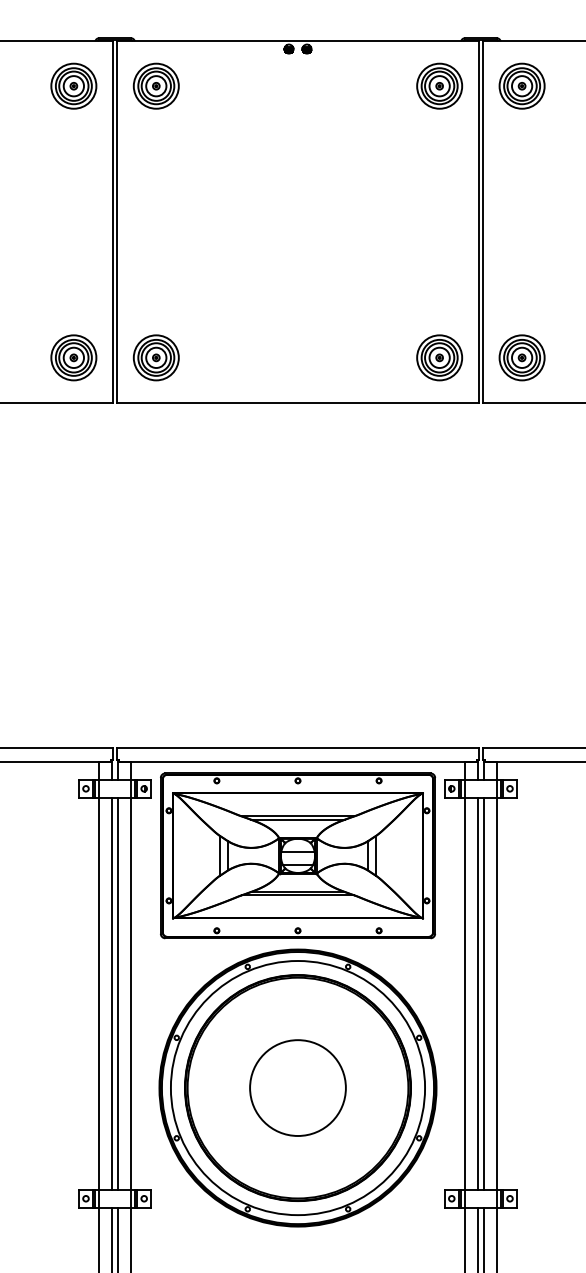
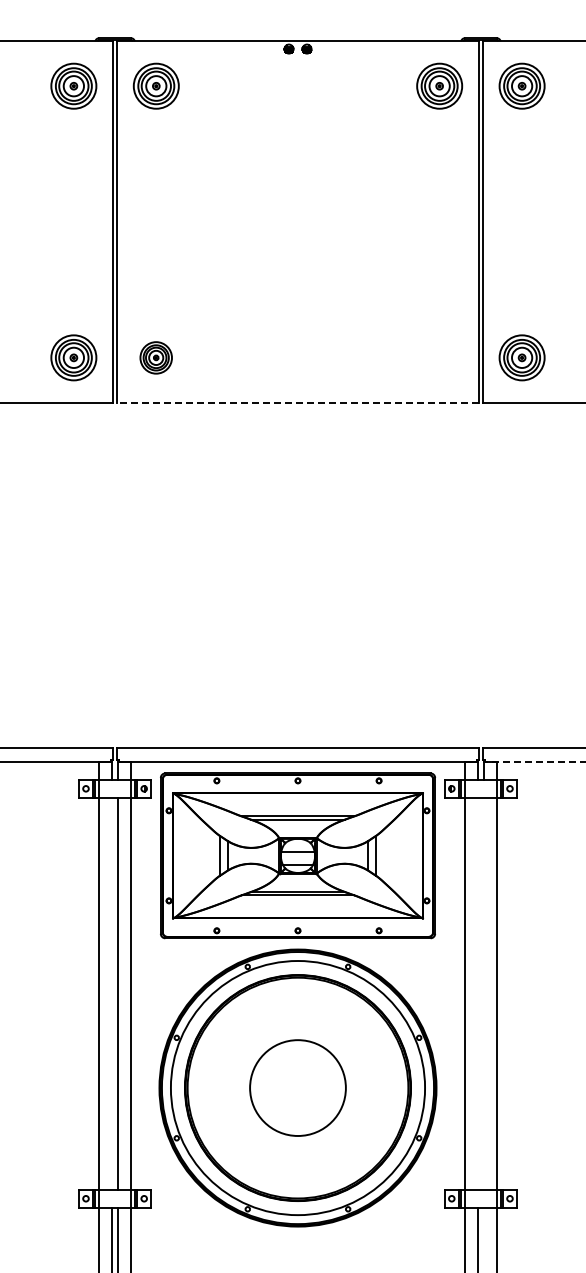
part at (155, 357) size: 48x48 px -> 34x34 px
part at (439, 357): present -> none
line at (297, 402): solid -> dashed
line at (534, 761): solid -> dashed
line at (112, 993): present -> none
line at (478, 993): present -> none
line at (483, 993): present -> none
line at (483, 1238): present -> none
